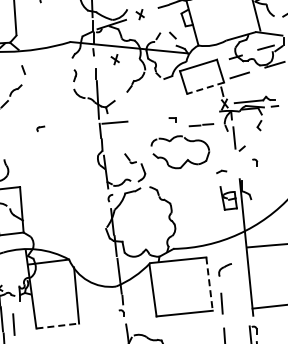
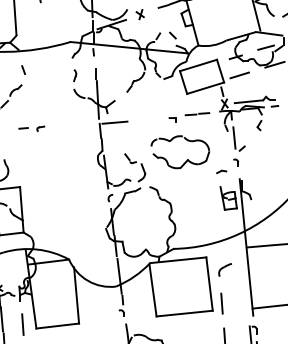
part at (114, 59): present -> none
line at (205, 88): dashed -> solid
line at (201, 125) position: (201, 125) -> (197, 114)
line at (23, 128): none -> present
part at (255, 162) position: (255, 162) -> (236, 162)
line at (209, 284): dashed -> solid
line at (13, 324) position: (13, 324) -> (22, 324)
line at (58, 325): dashed -> solid
